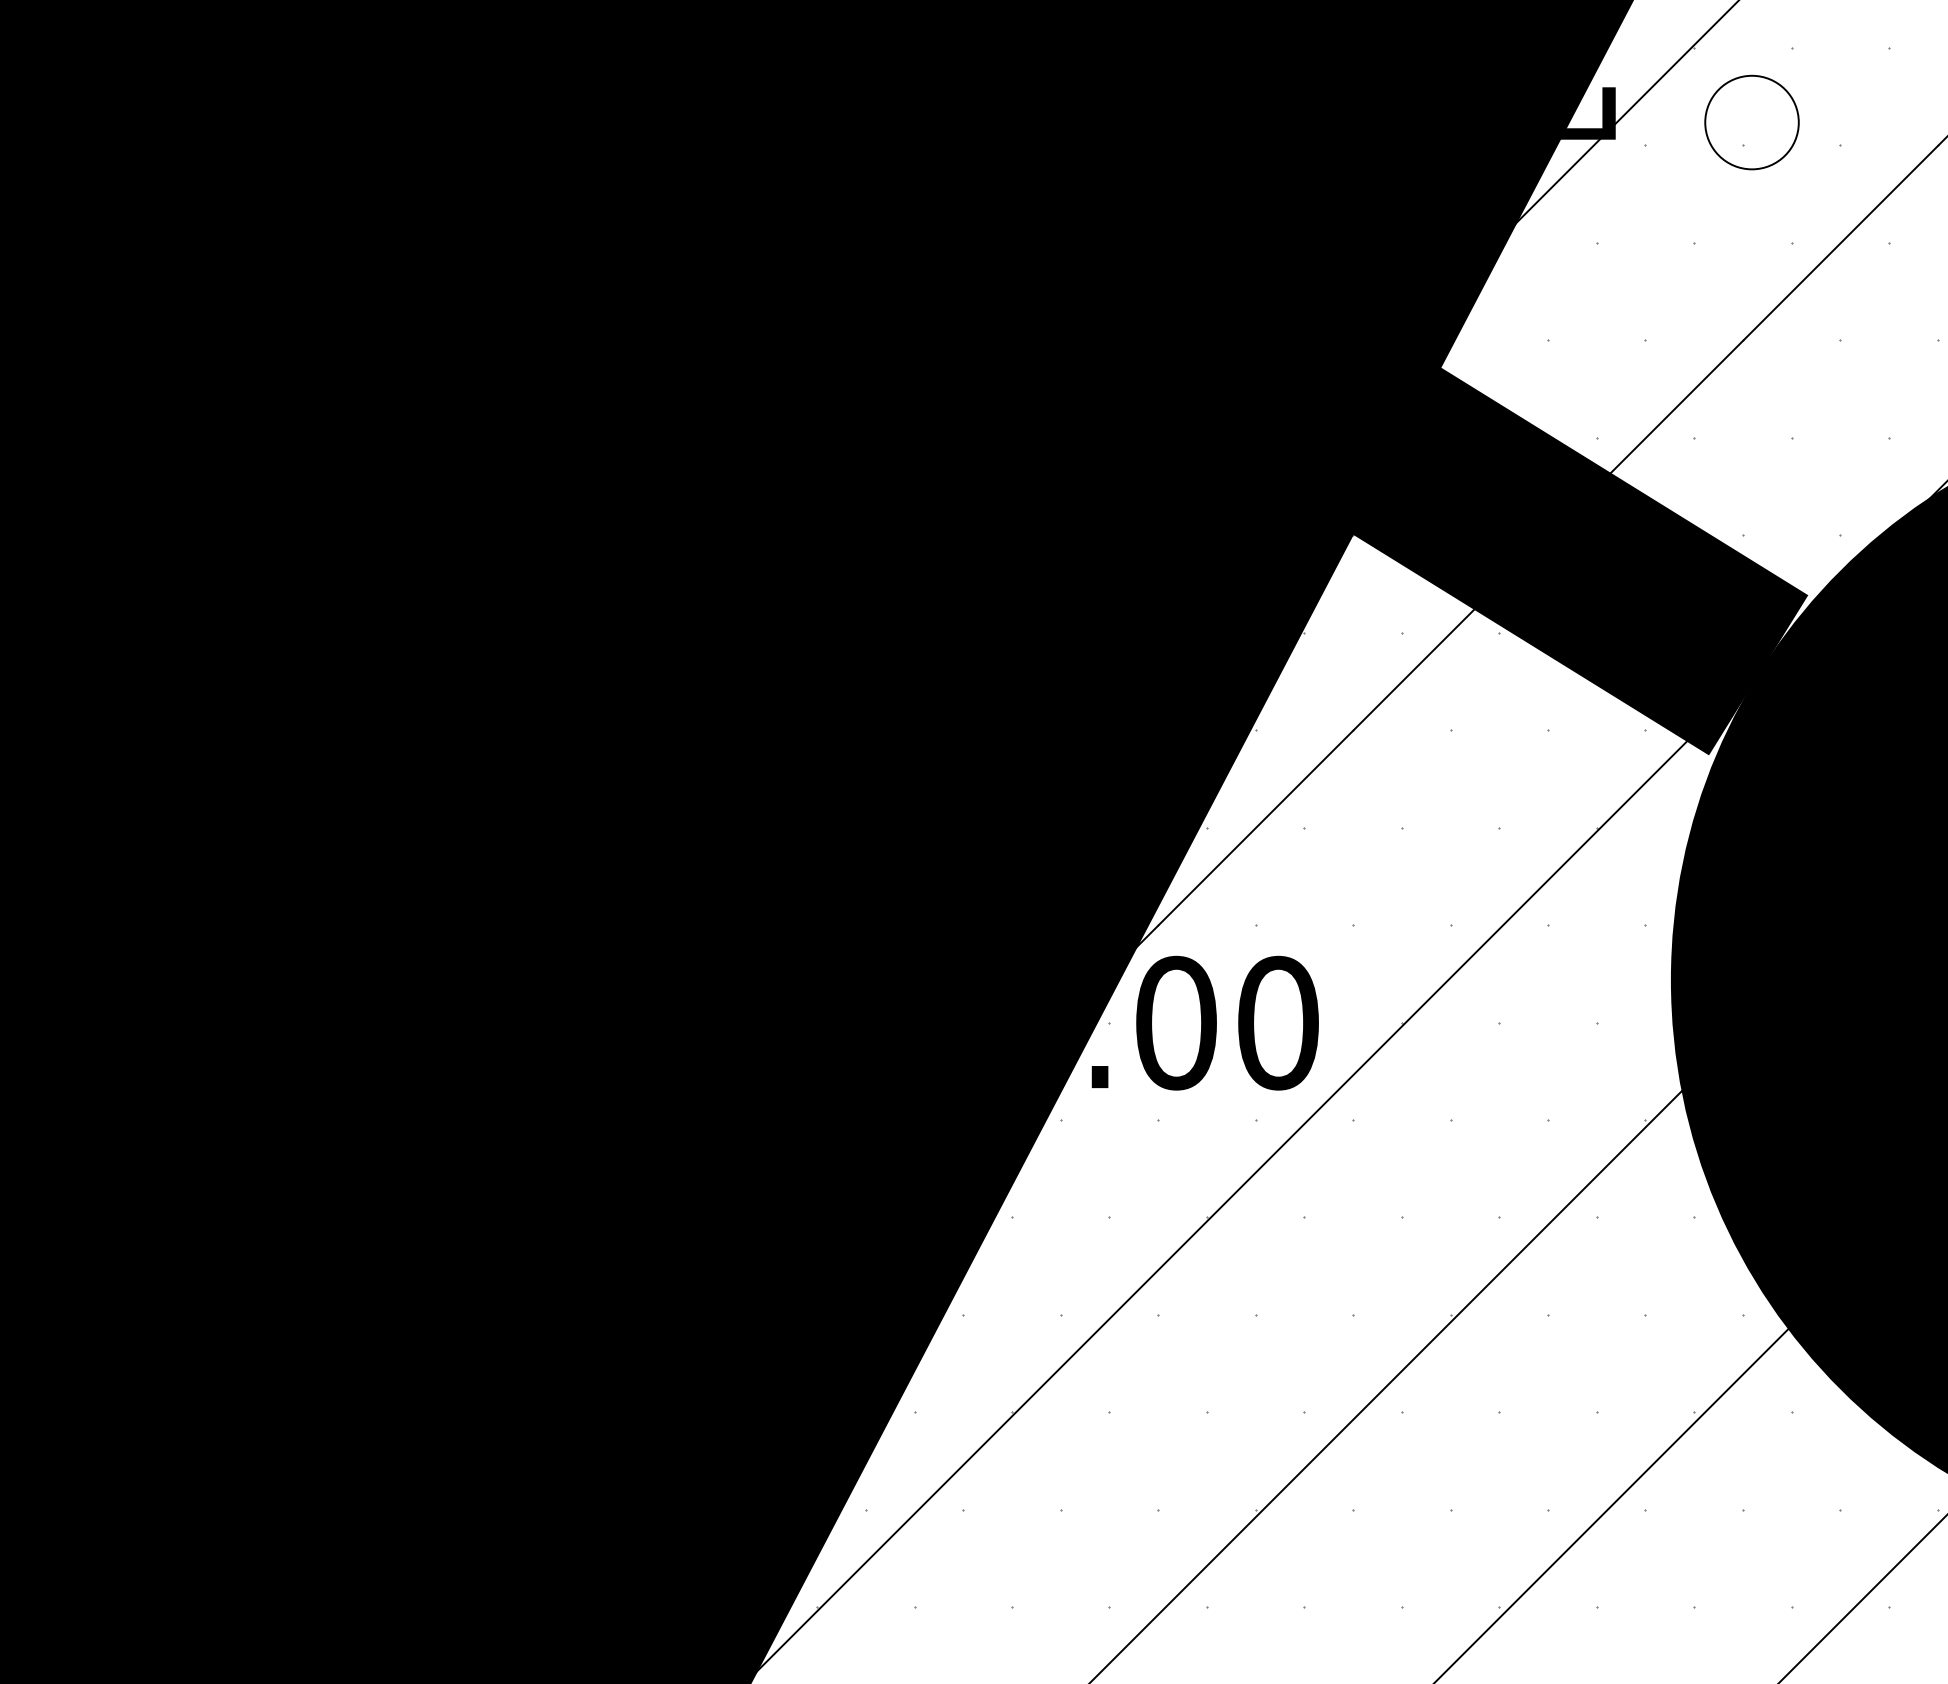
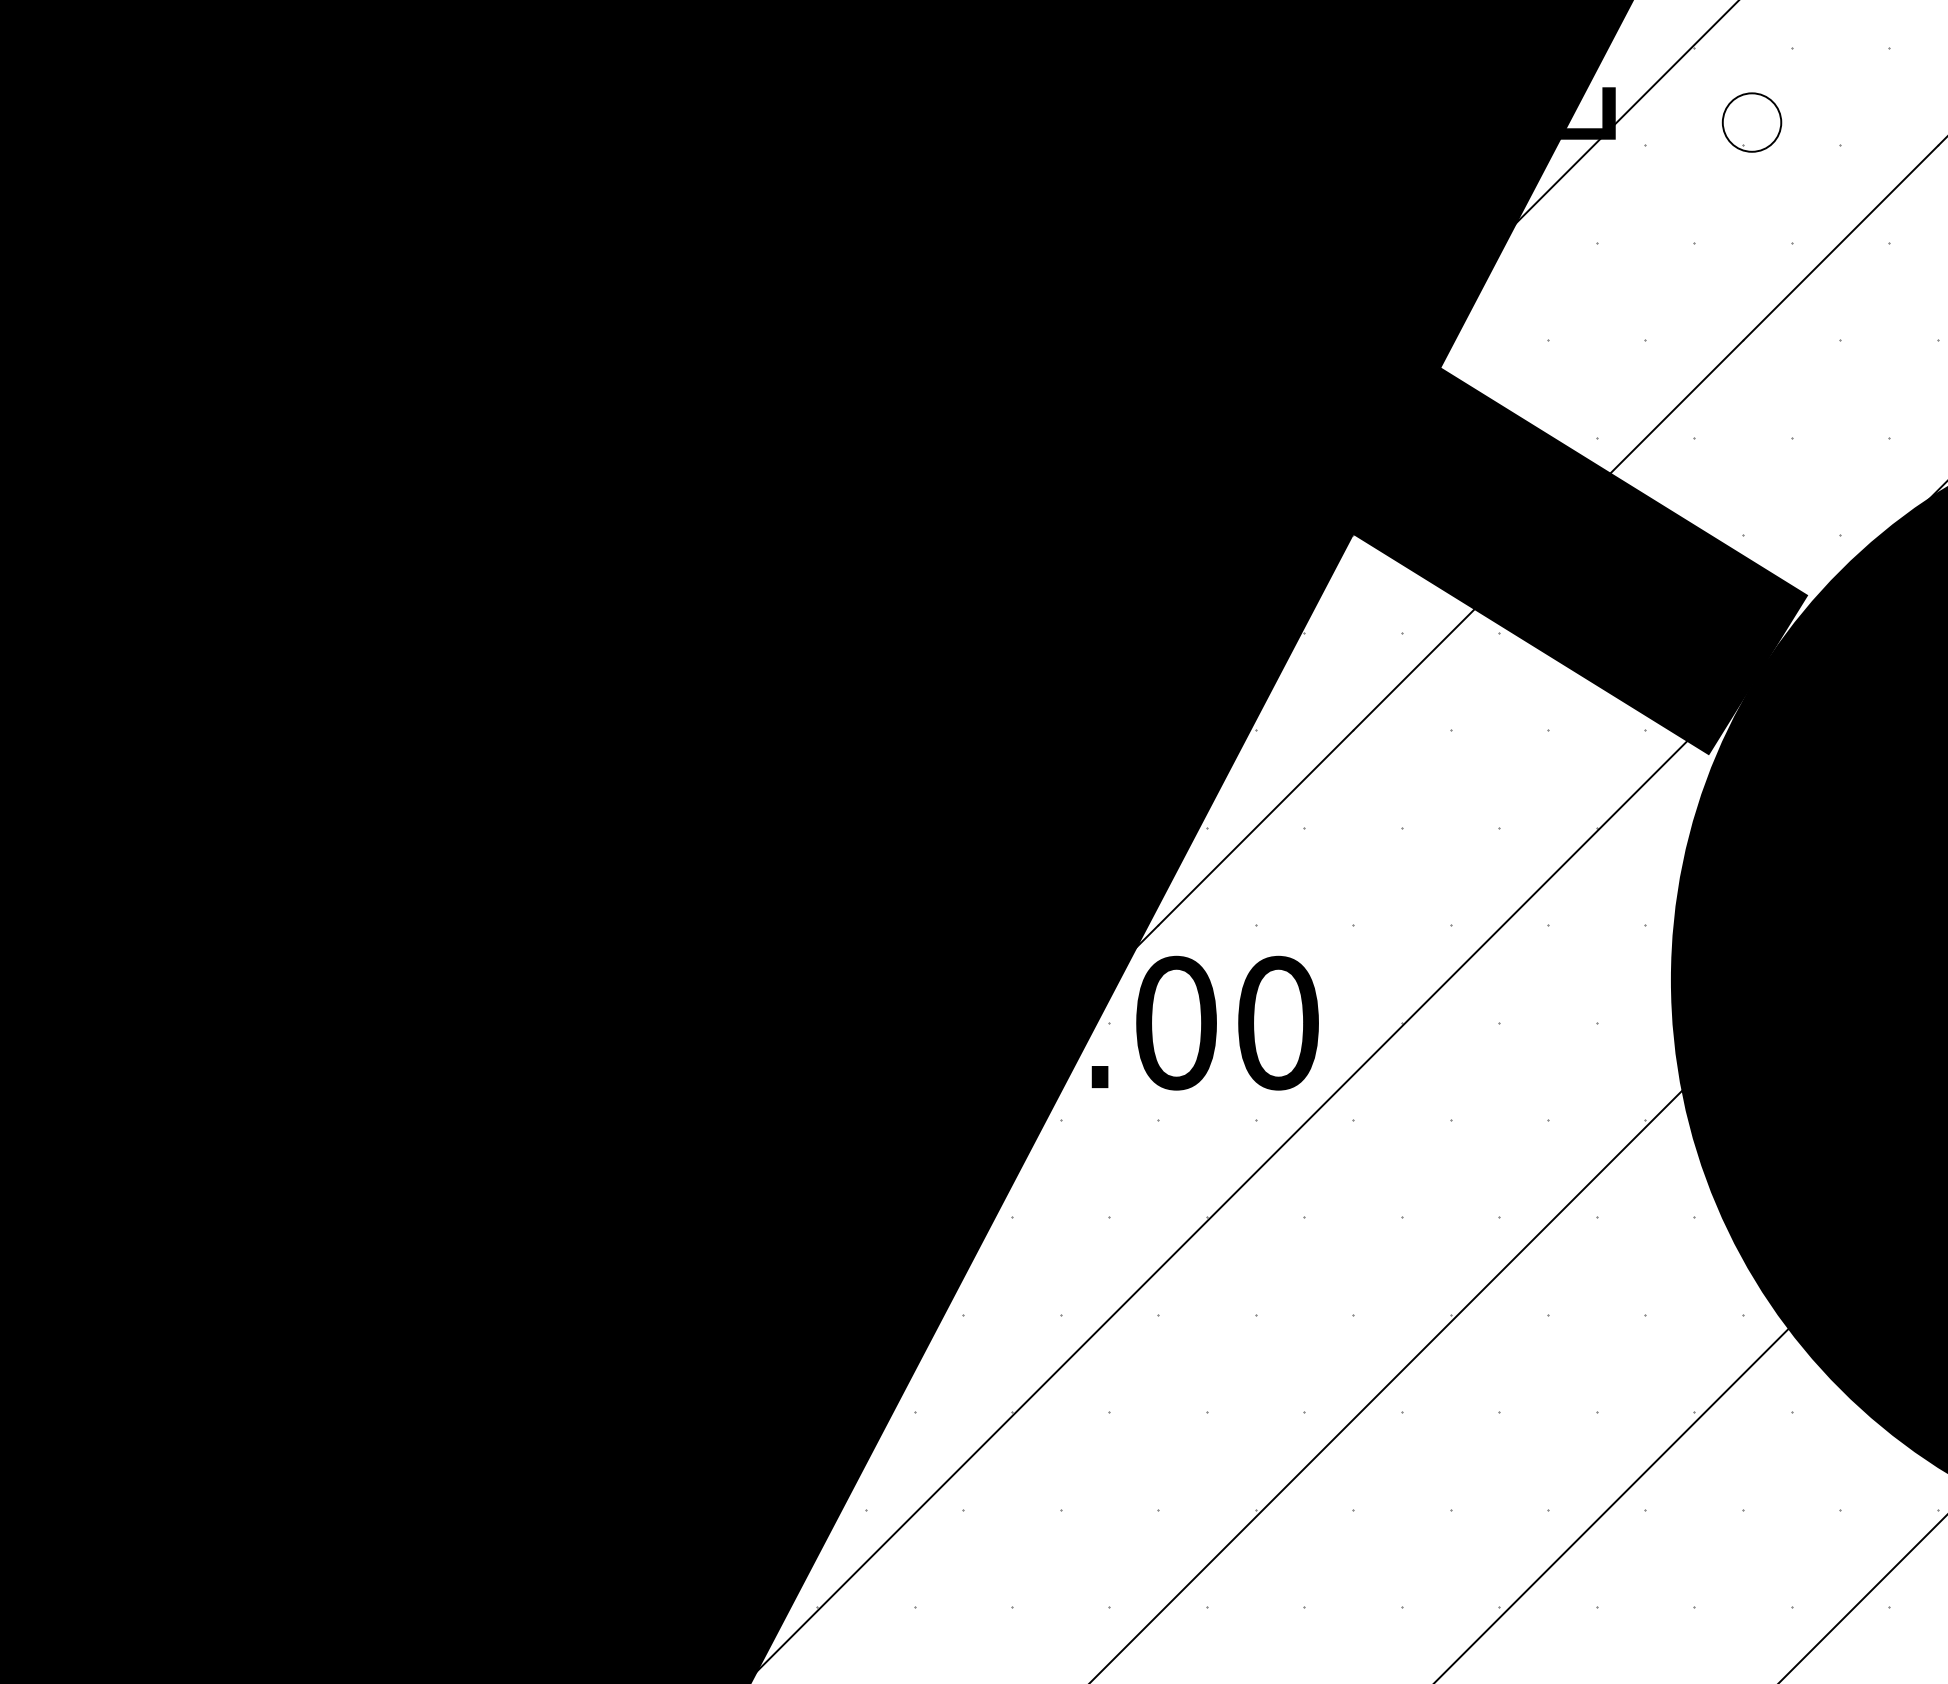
circle at (1751, 122) diameter: 94 px -> 58 px
